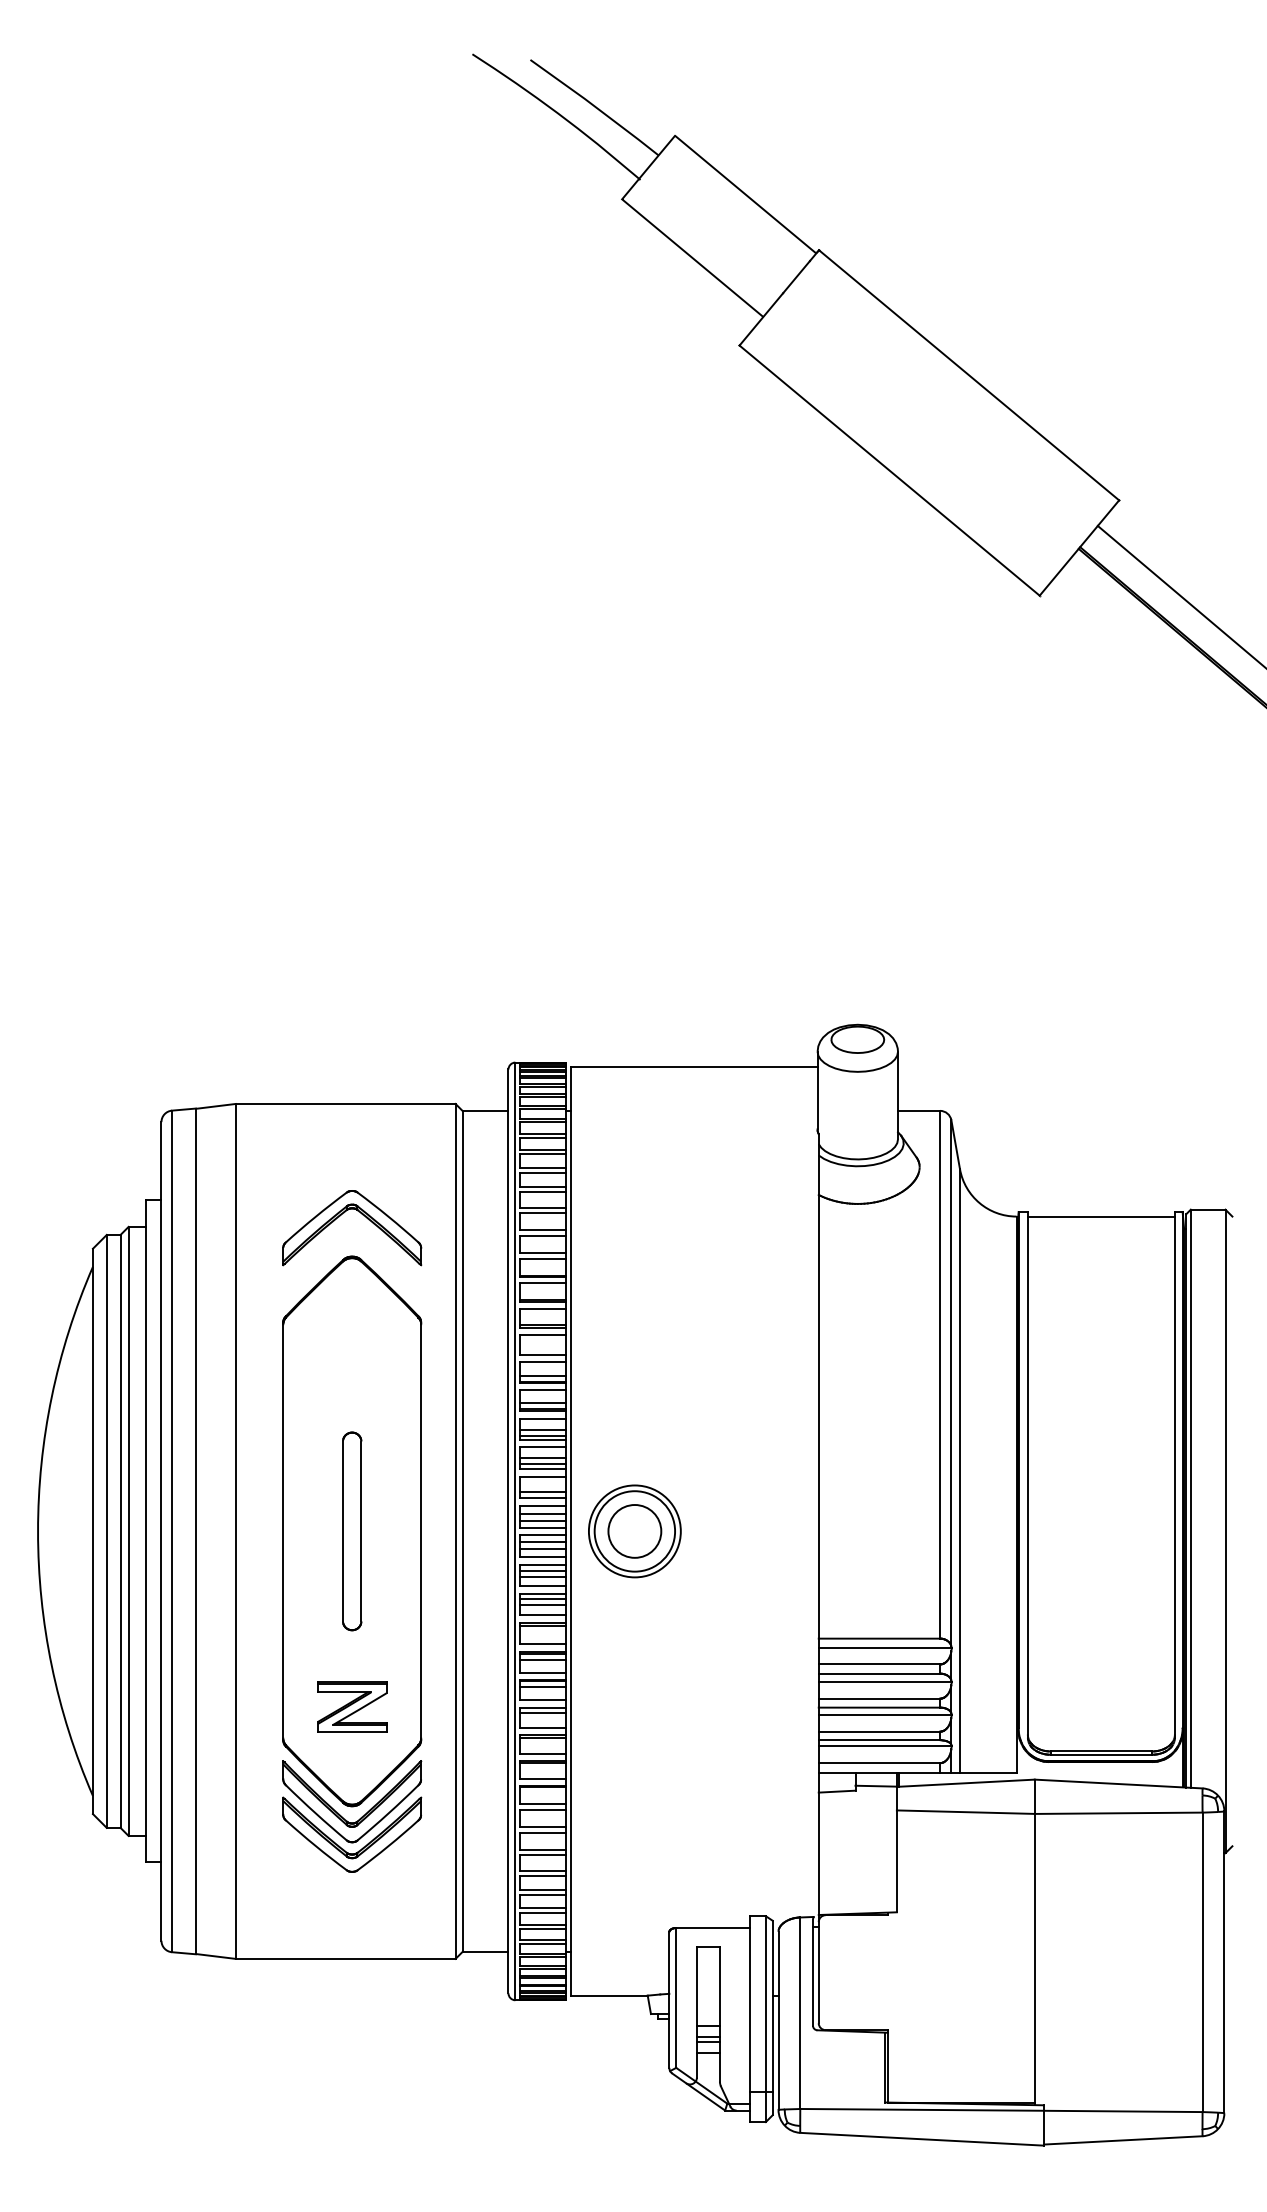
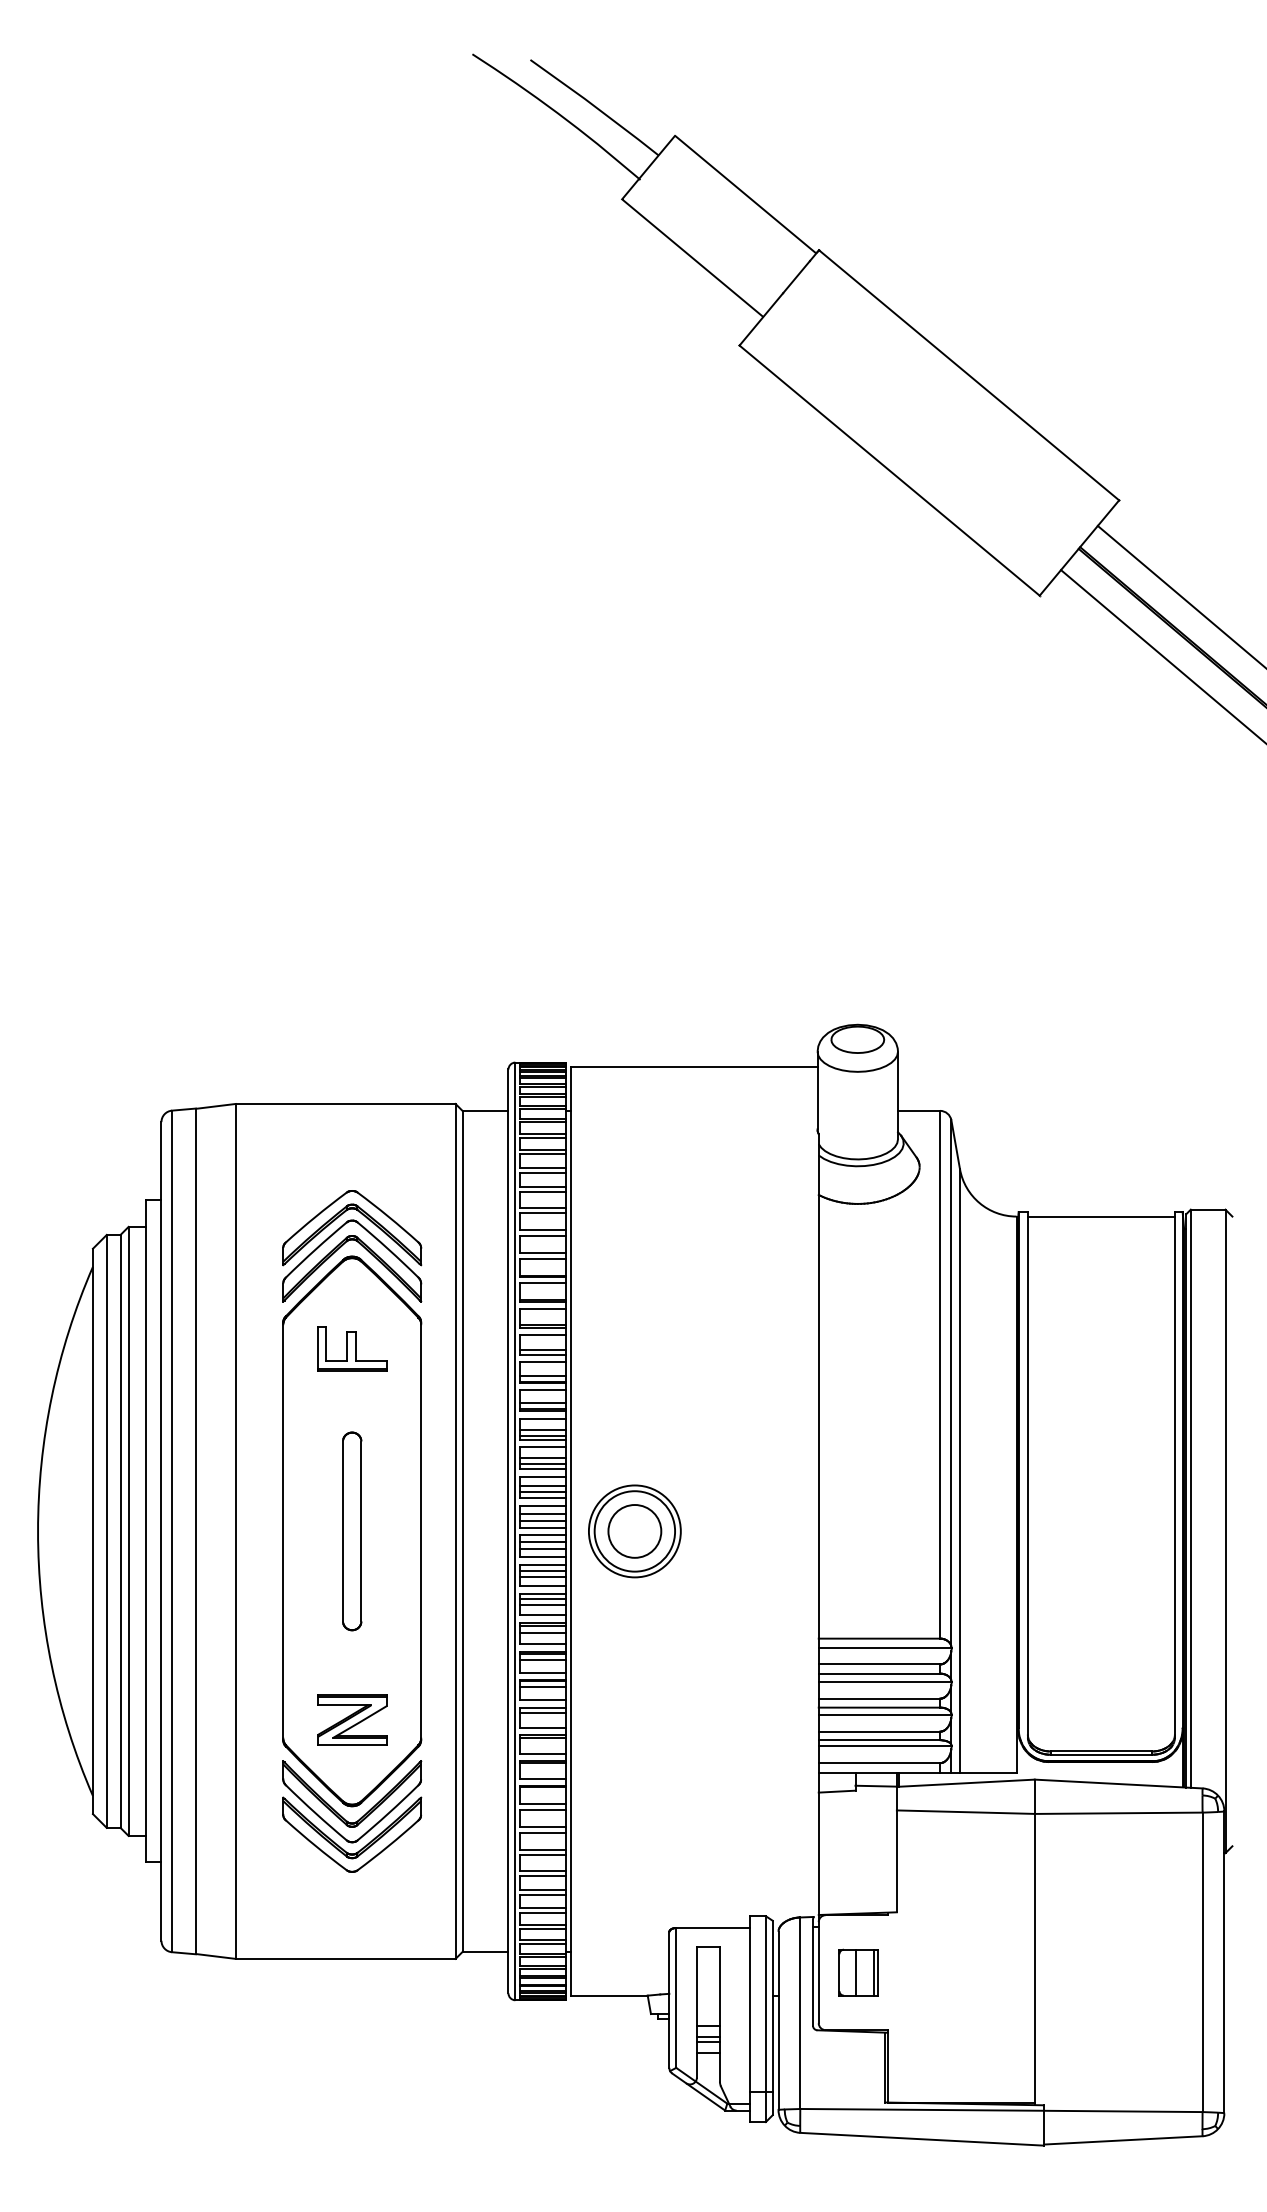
line at (1162, 655): none -> present
part at (340, 1248): none -> present
part at (352, 1348): none -> present
line at (542, 1349): none -> present
line at (542, 1485): none -> present
line at (542, 1632): none -> present
part at (352, 1706) position: (352, 1706) -> (352, 1719)
part at (858, 1972): none -> present
